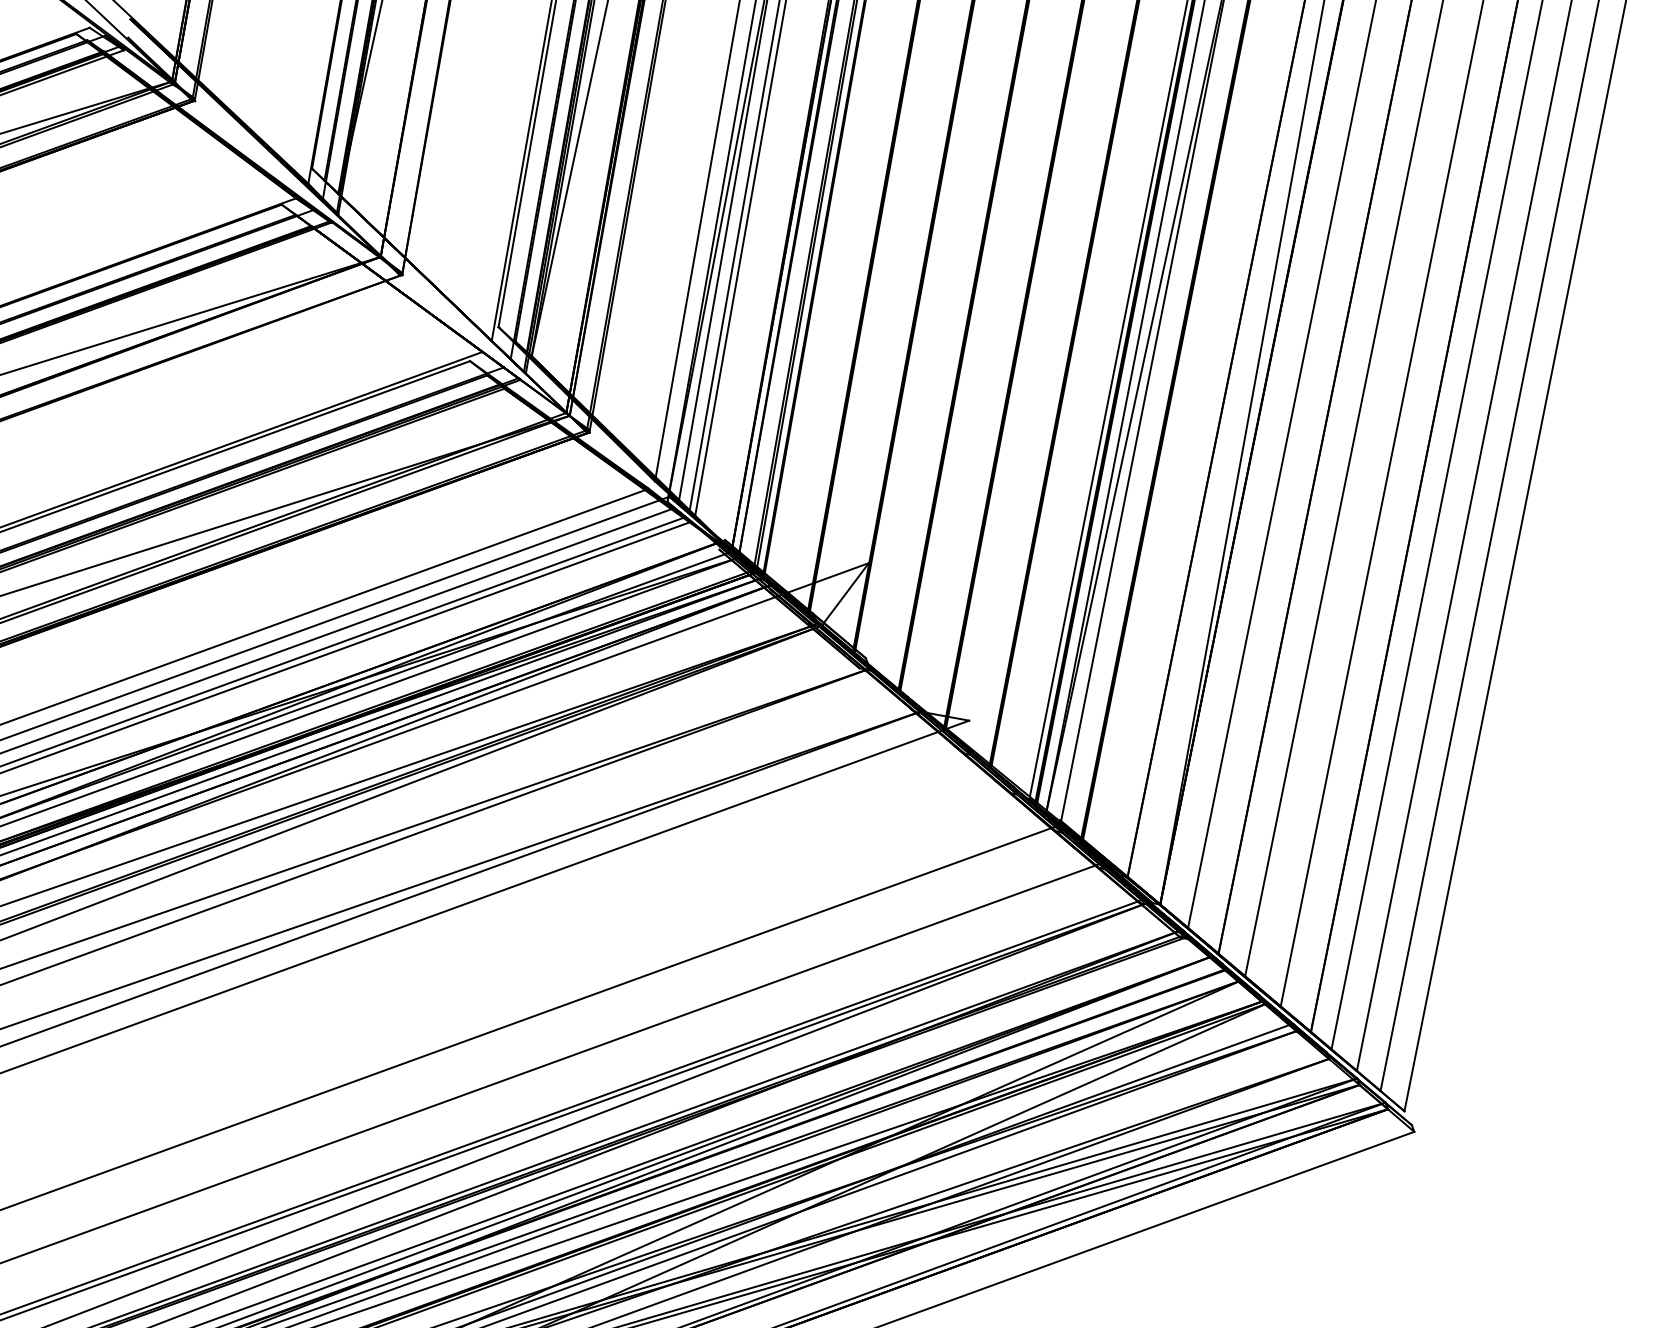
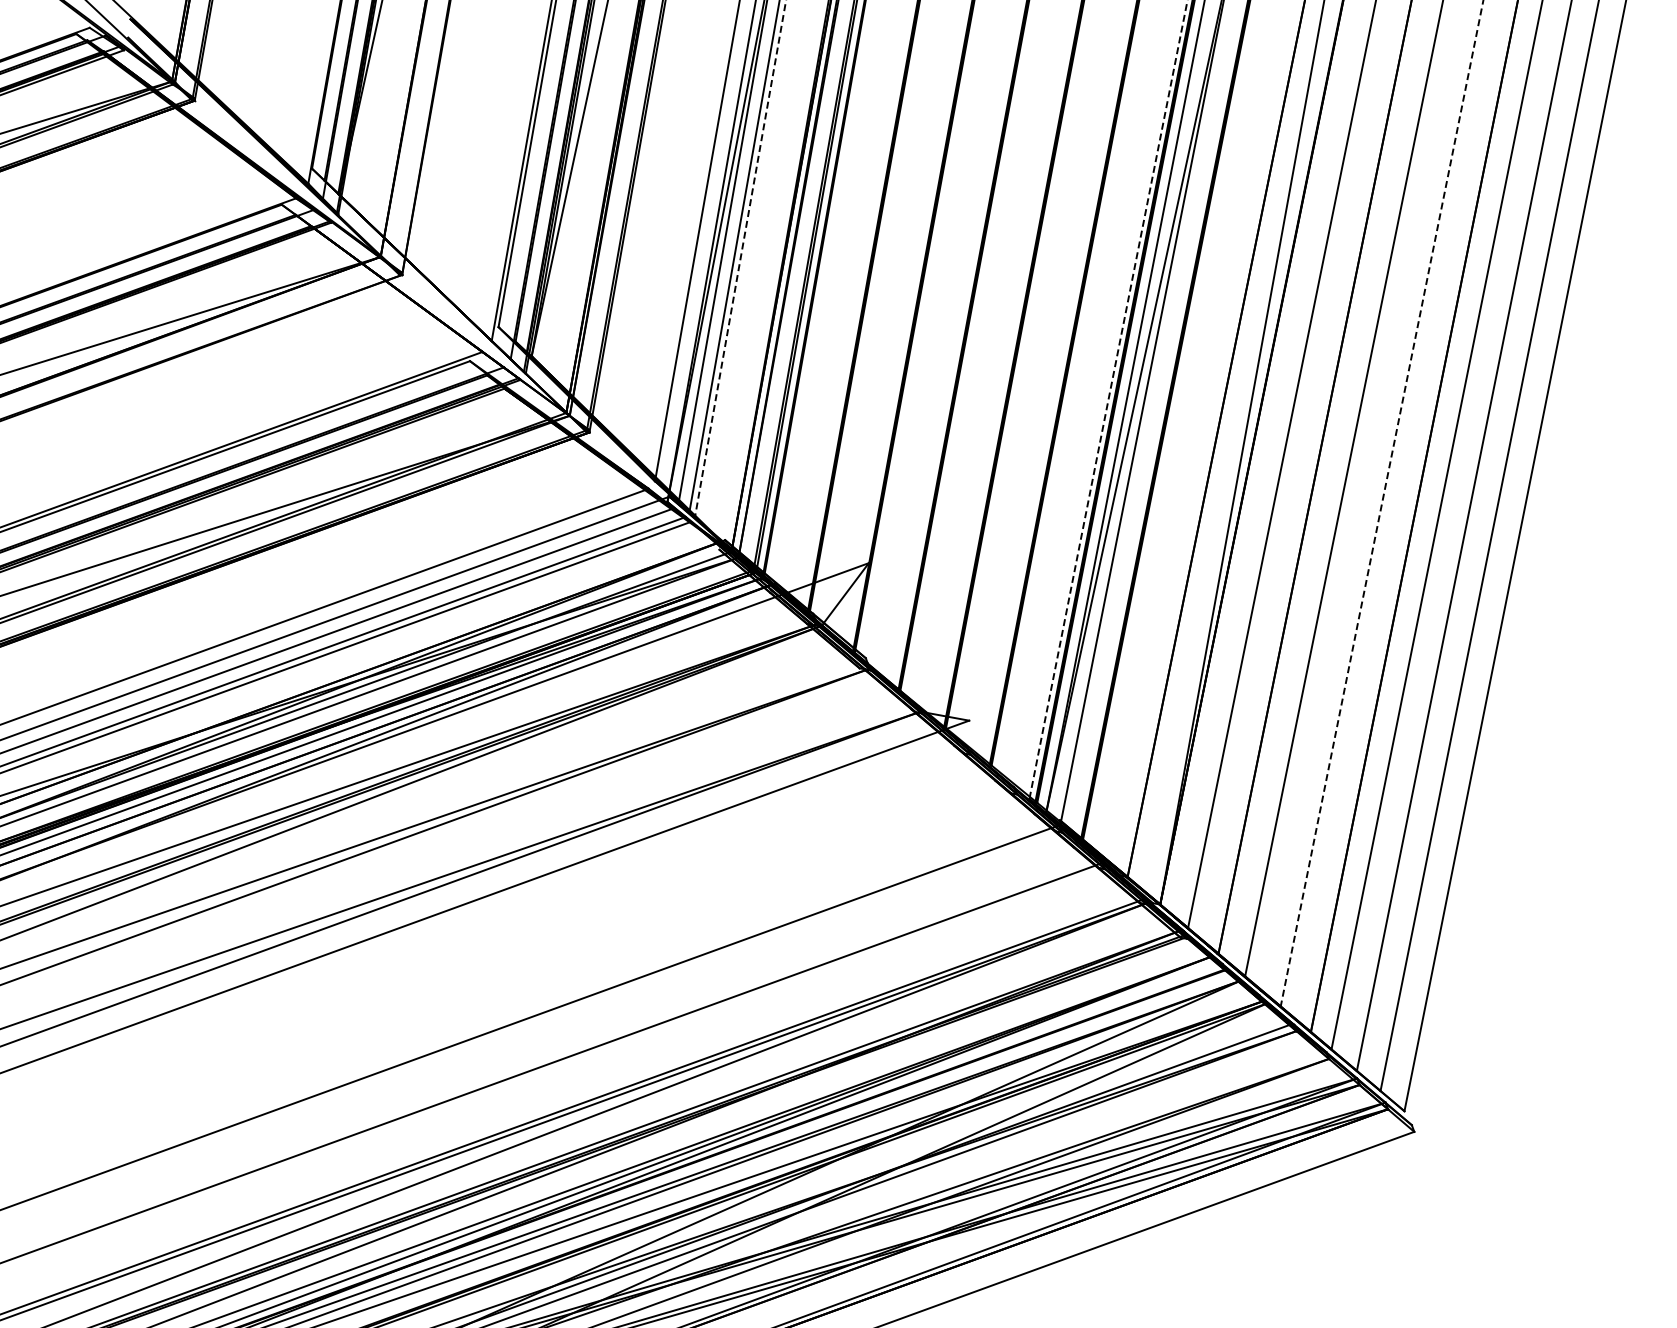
line at (740, 259): solid -> dashed
line at (1108, 398): solid -> dashed
line at (1382, 503): solid -> dashed
